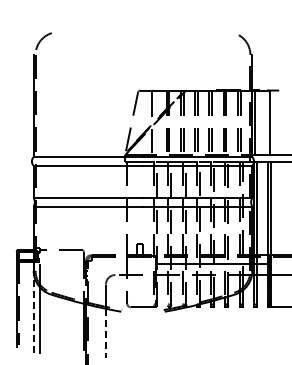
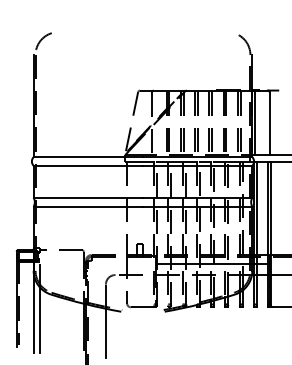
line at (33, 312): dashed -> solid
line at (105, 333): dashed -> solid
